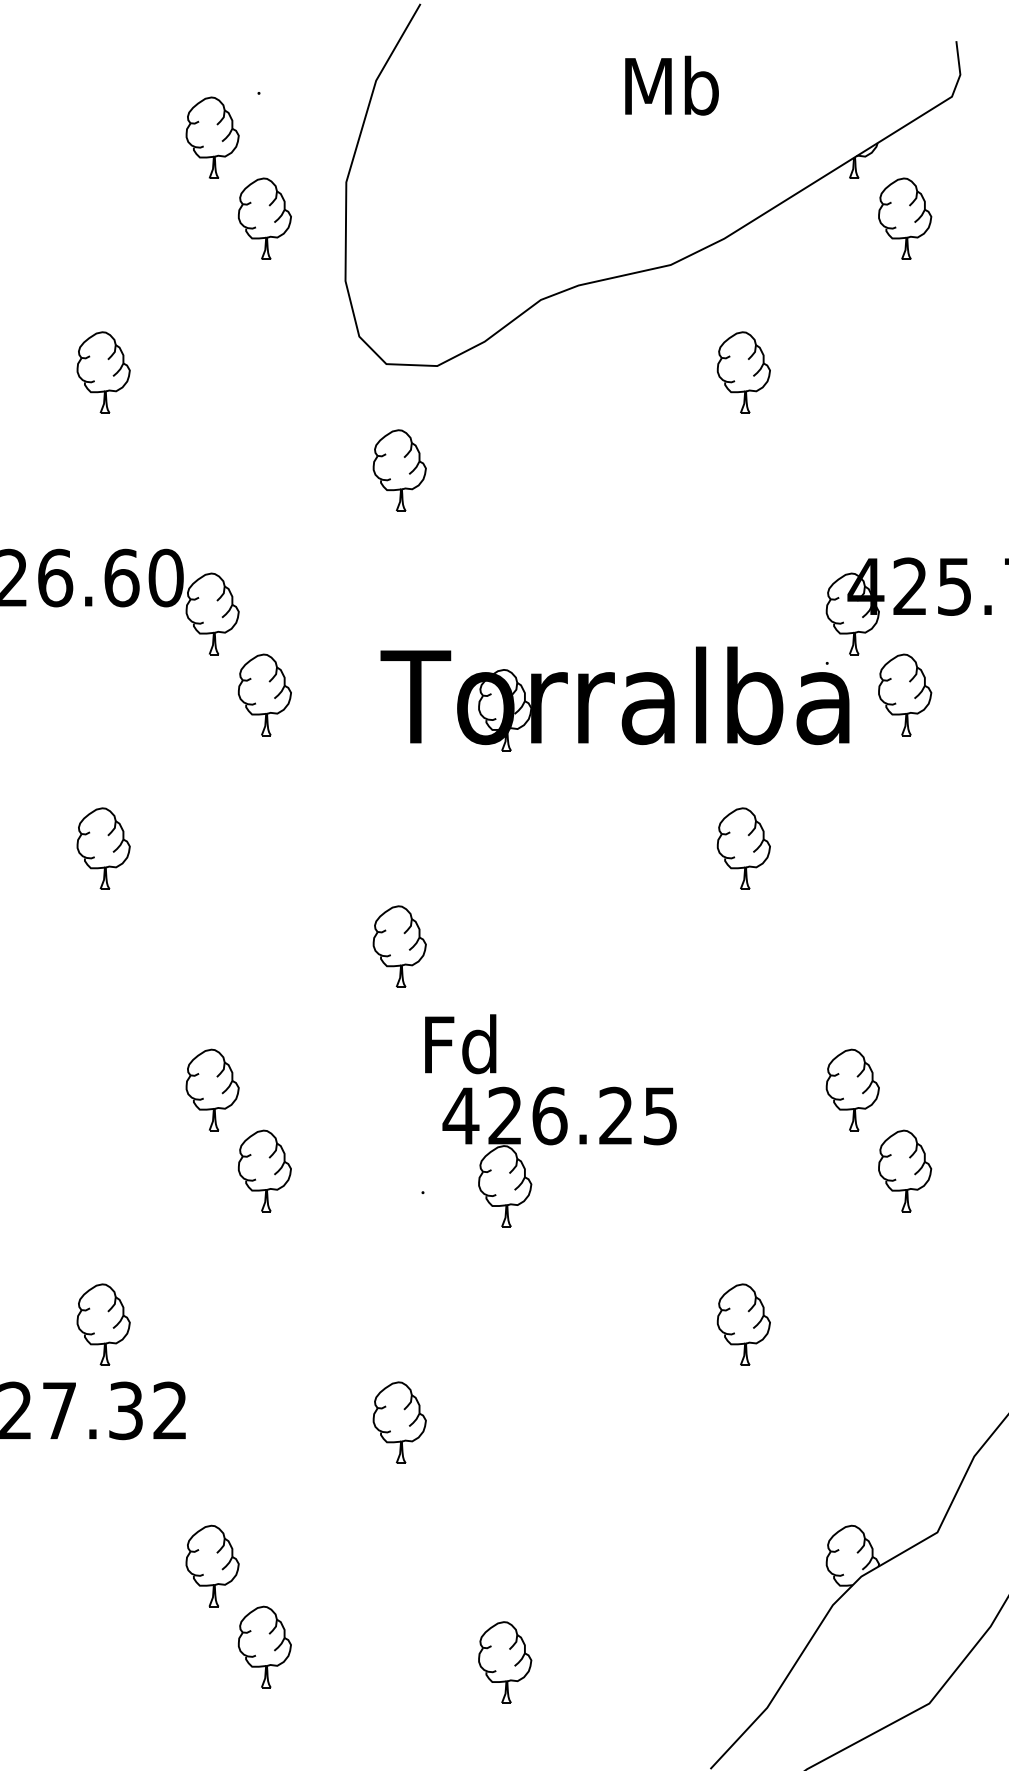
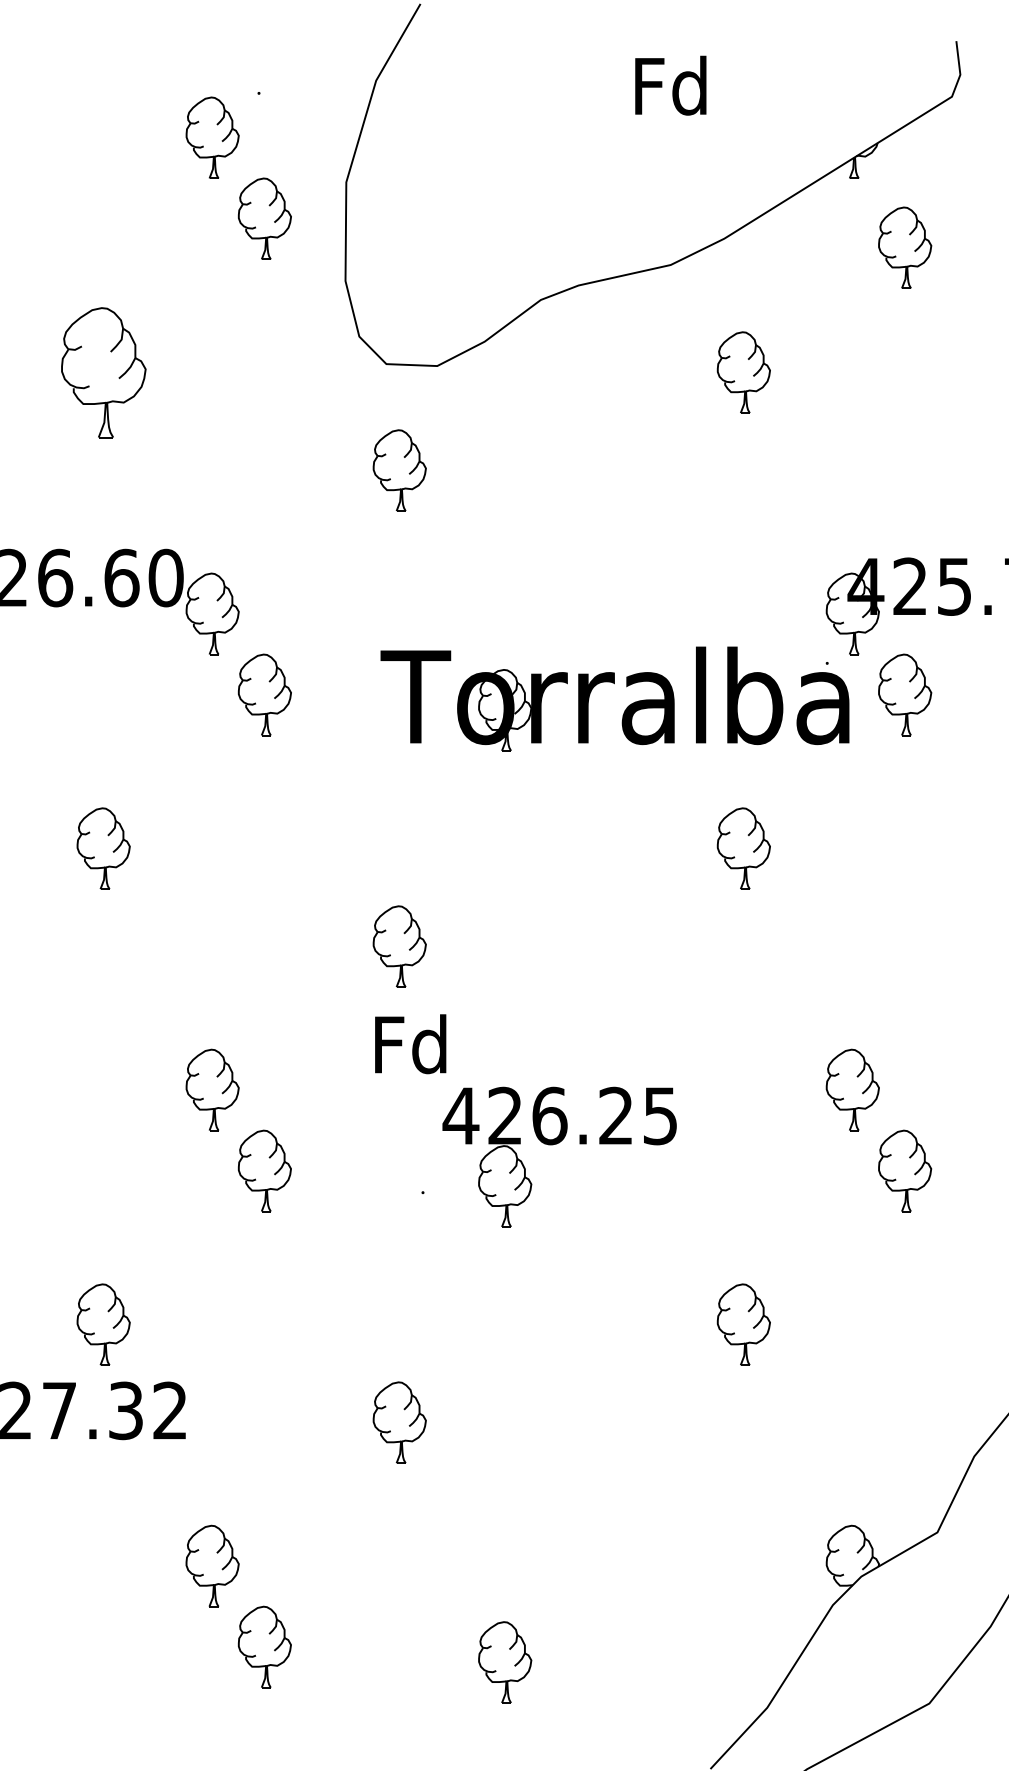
text at (671, 85): Mb -> Fd
part at (905, 218) position: (905, 218) -> (905, 247)
part at (103, 372) size: 55x83 px -> 86x132 px
text at (460, 1044) position: (460, 1044) -> (410, 1044)
